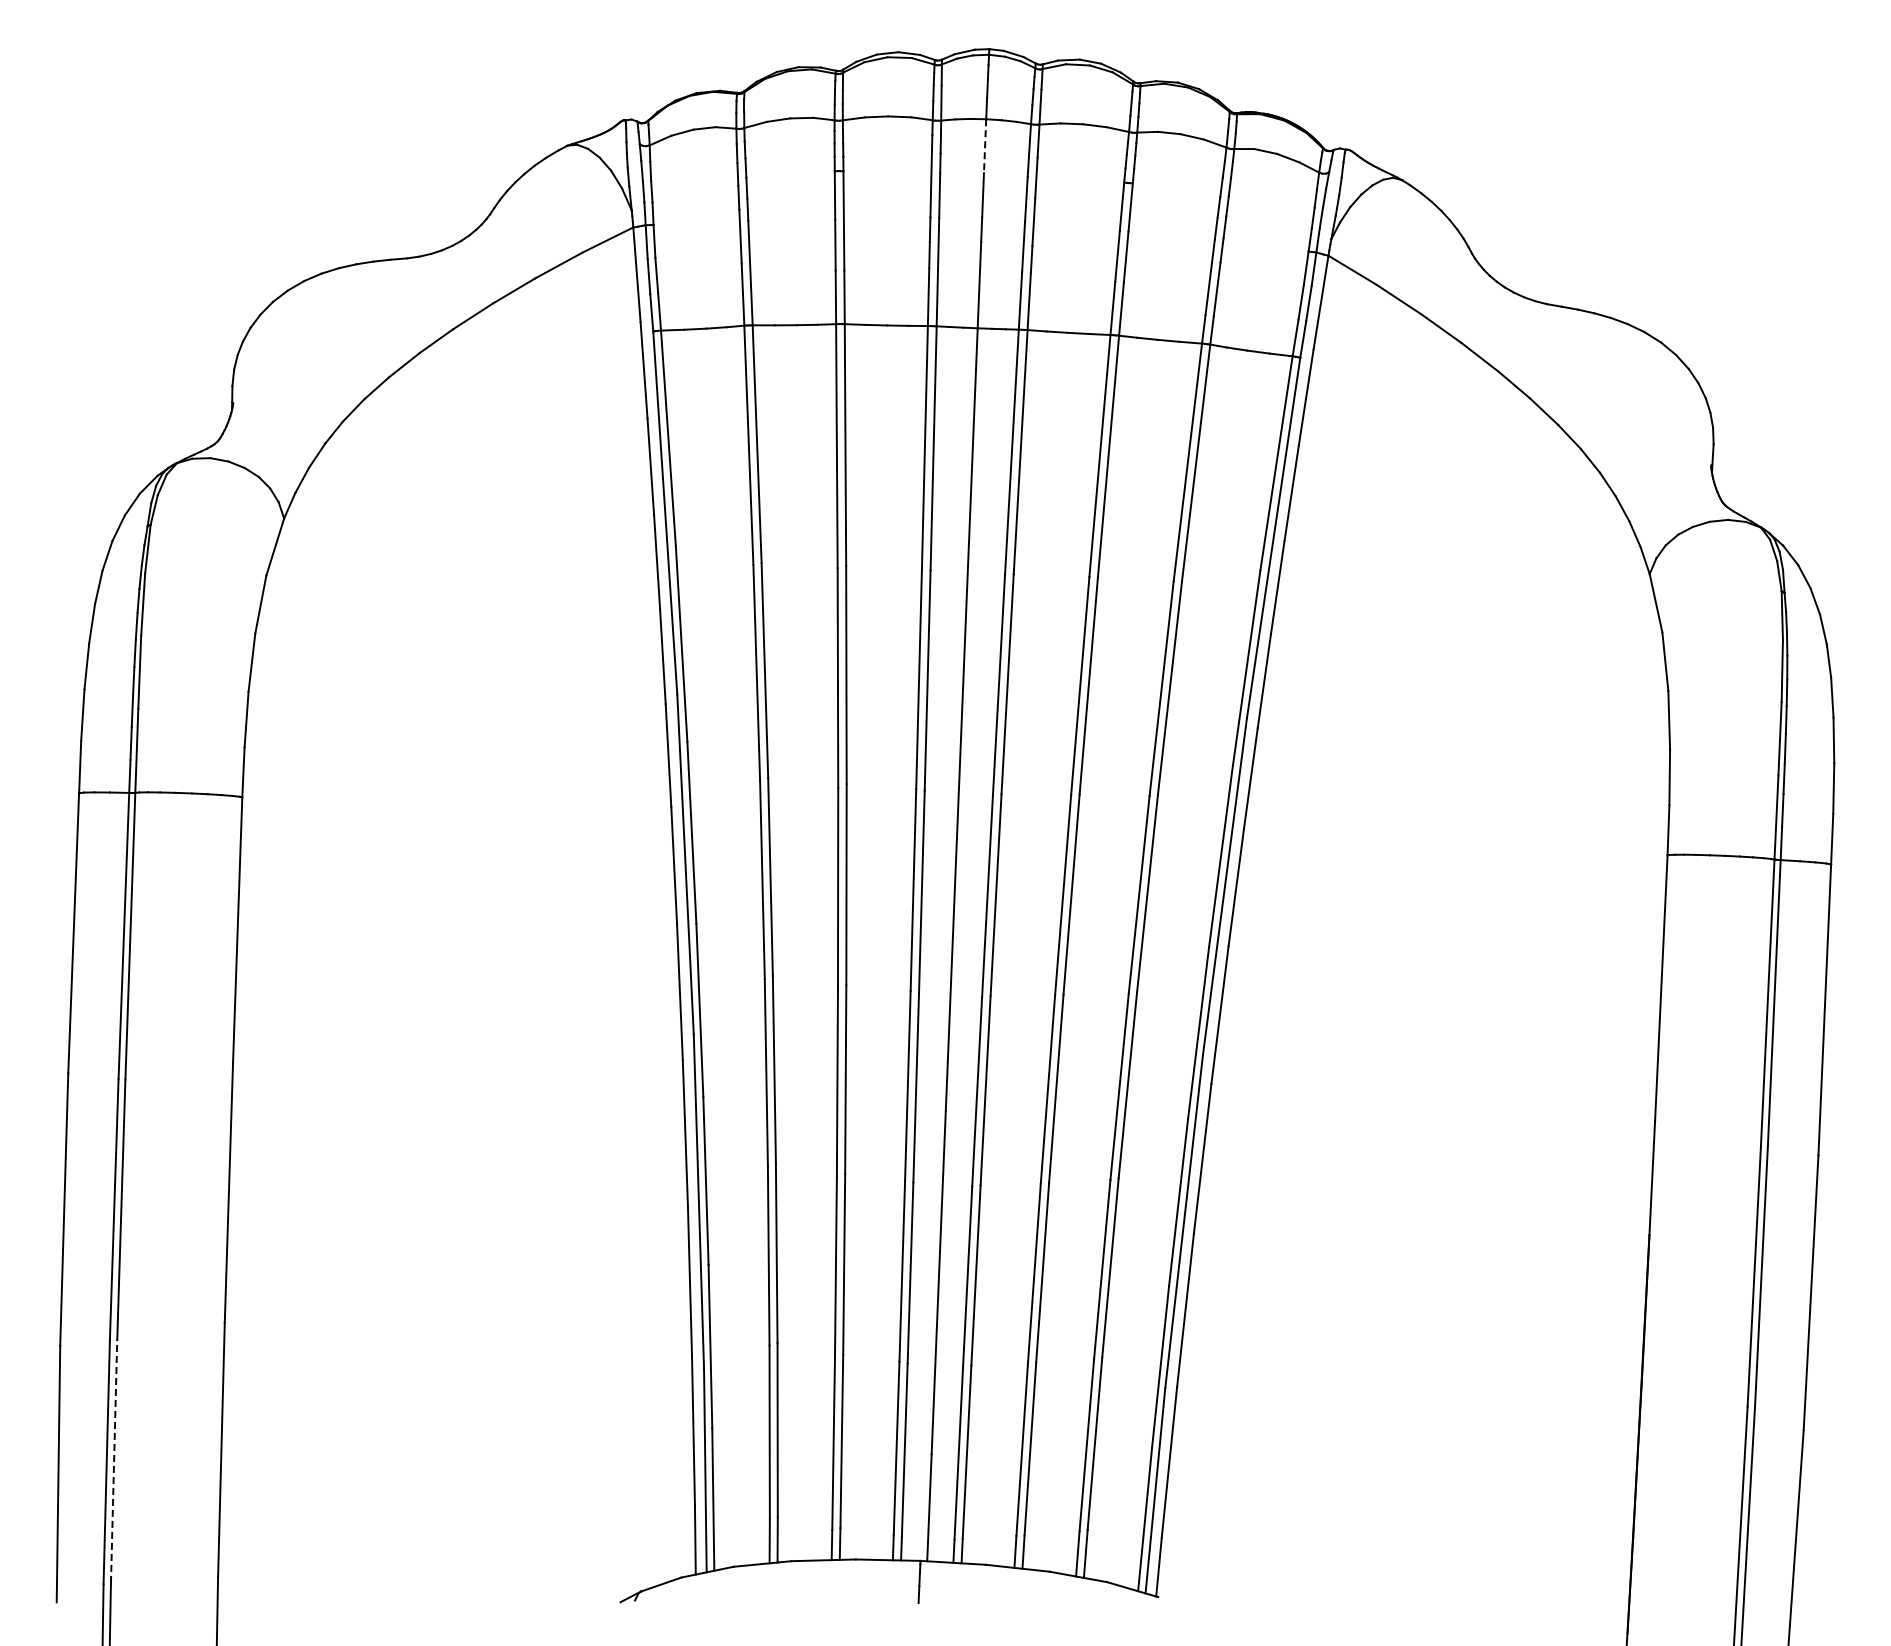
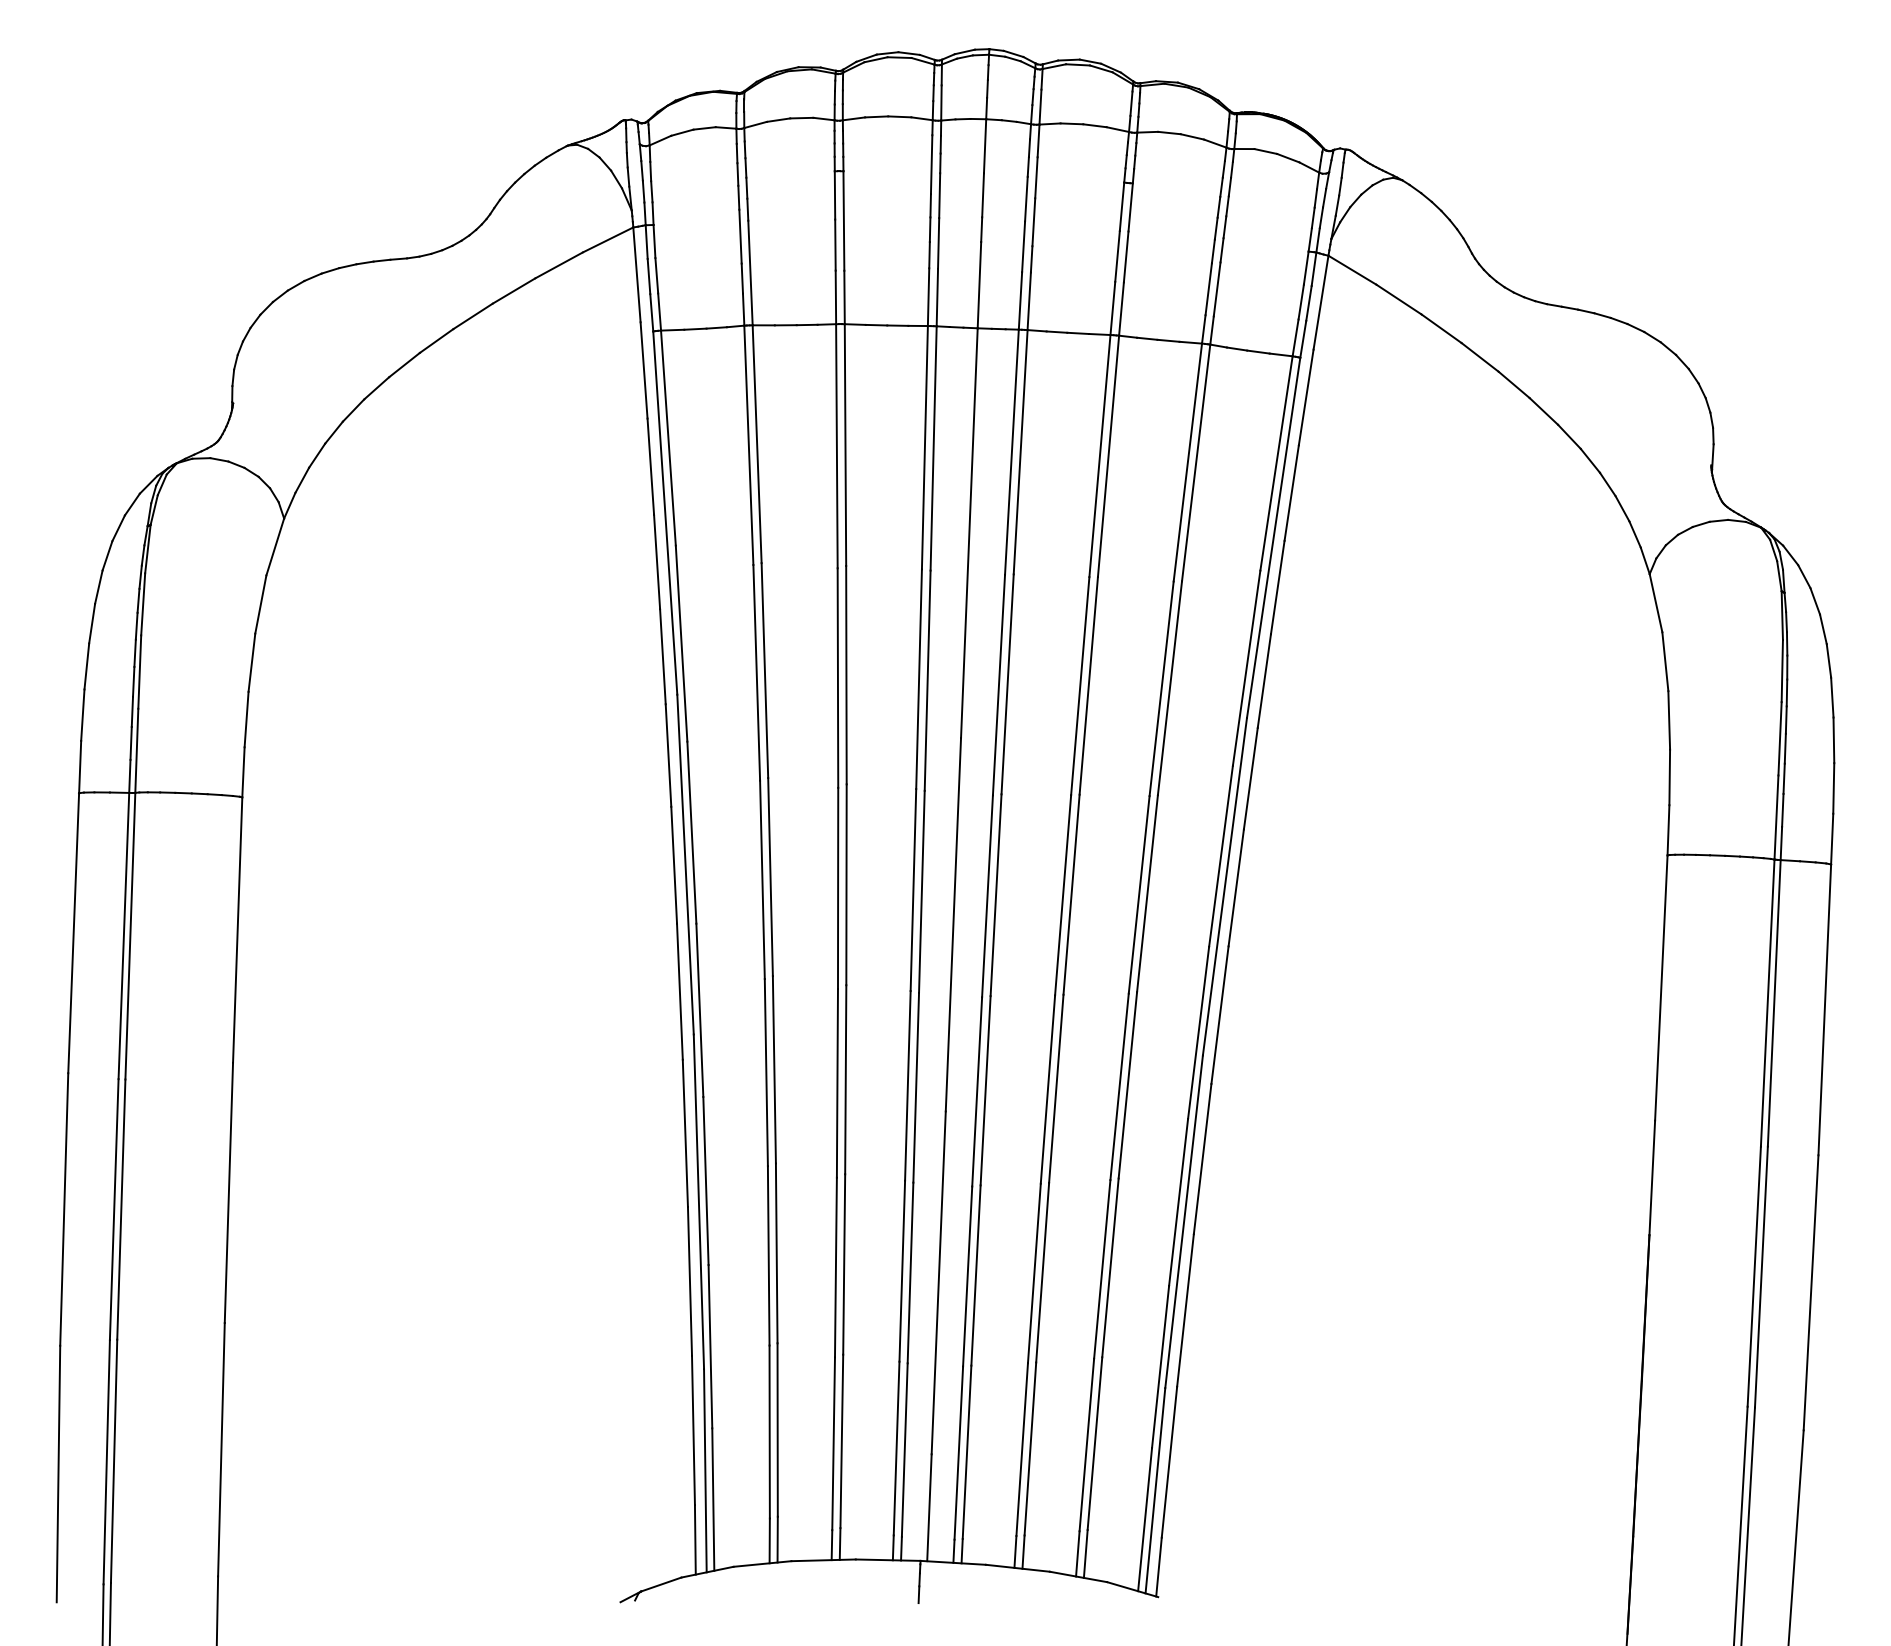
line at (985, 146): dashed -> solid
line at (114, 1461): dashed -> solid
